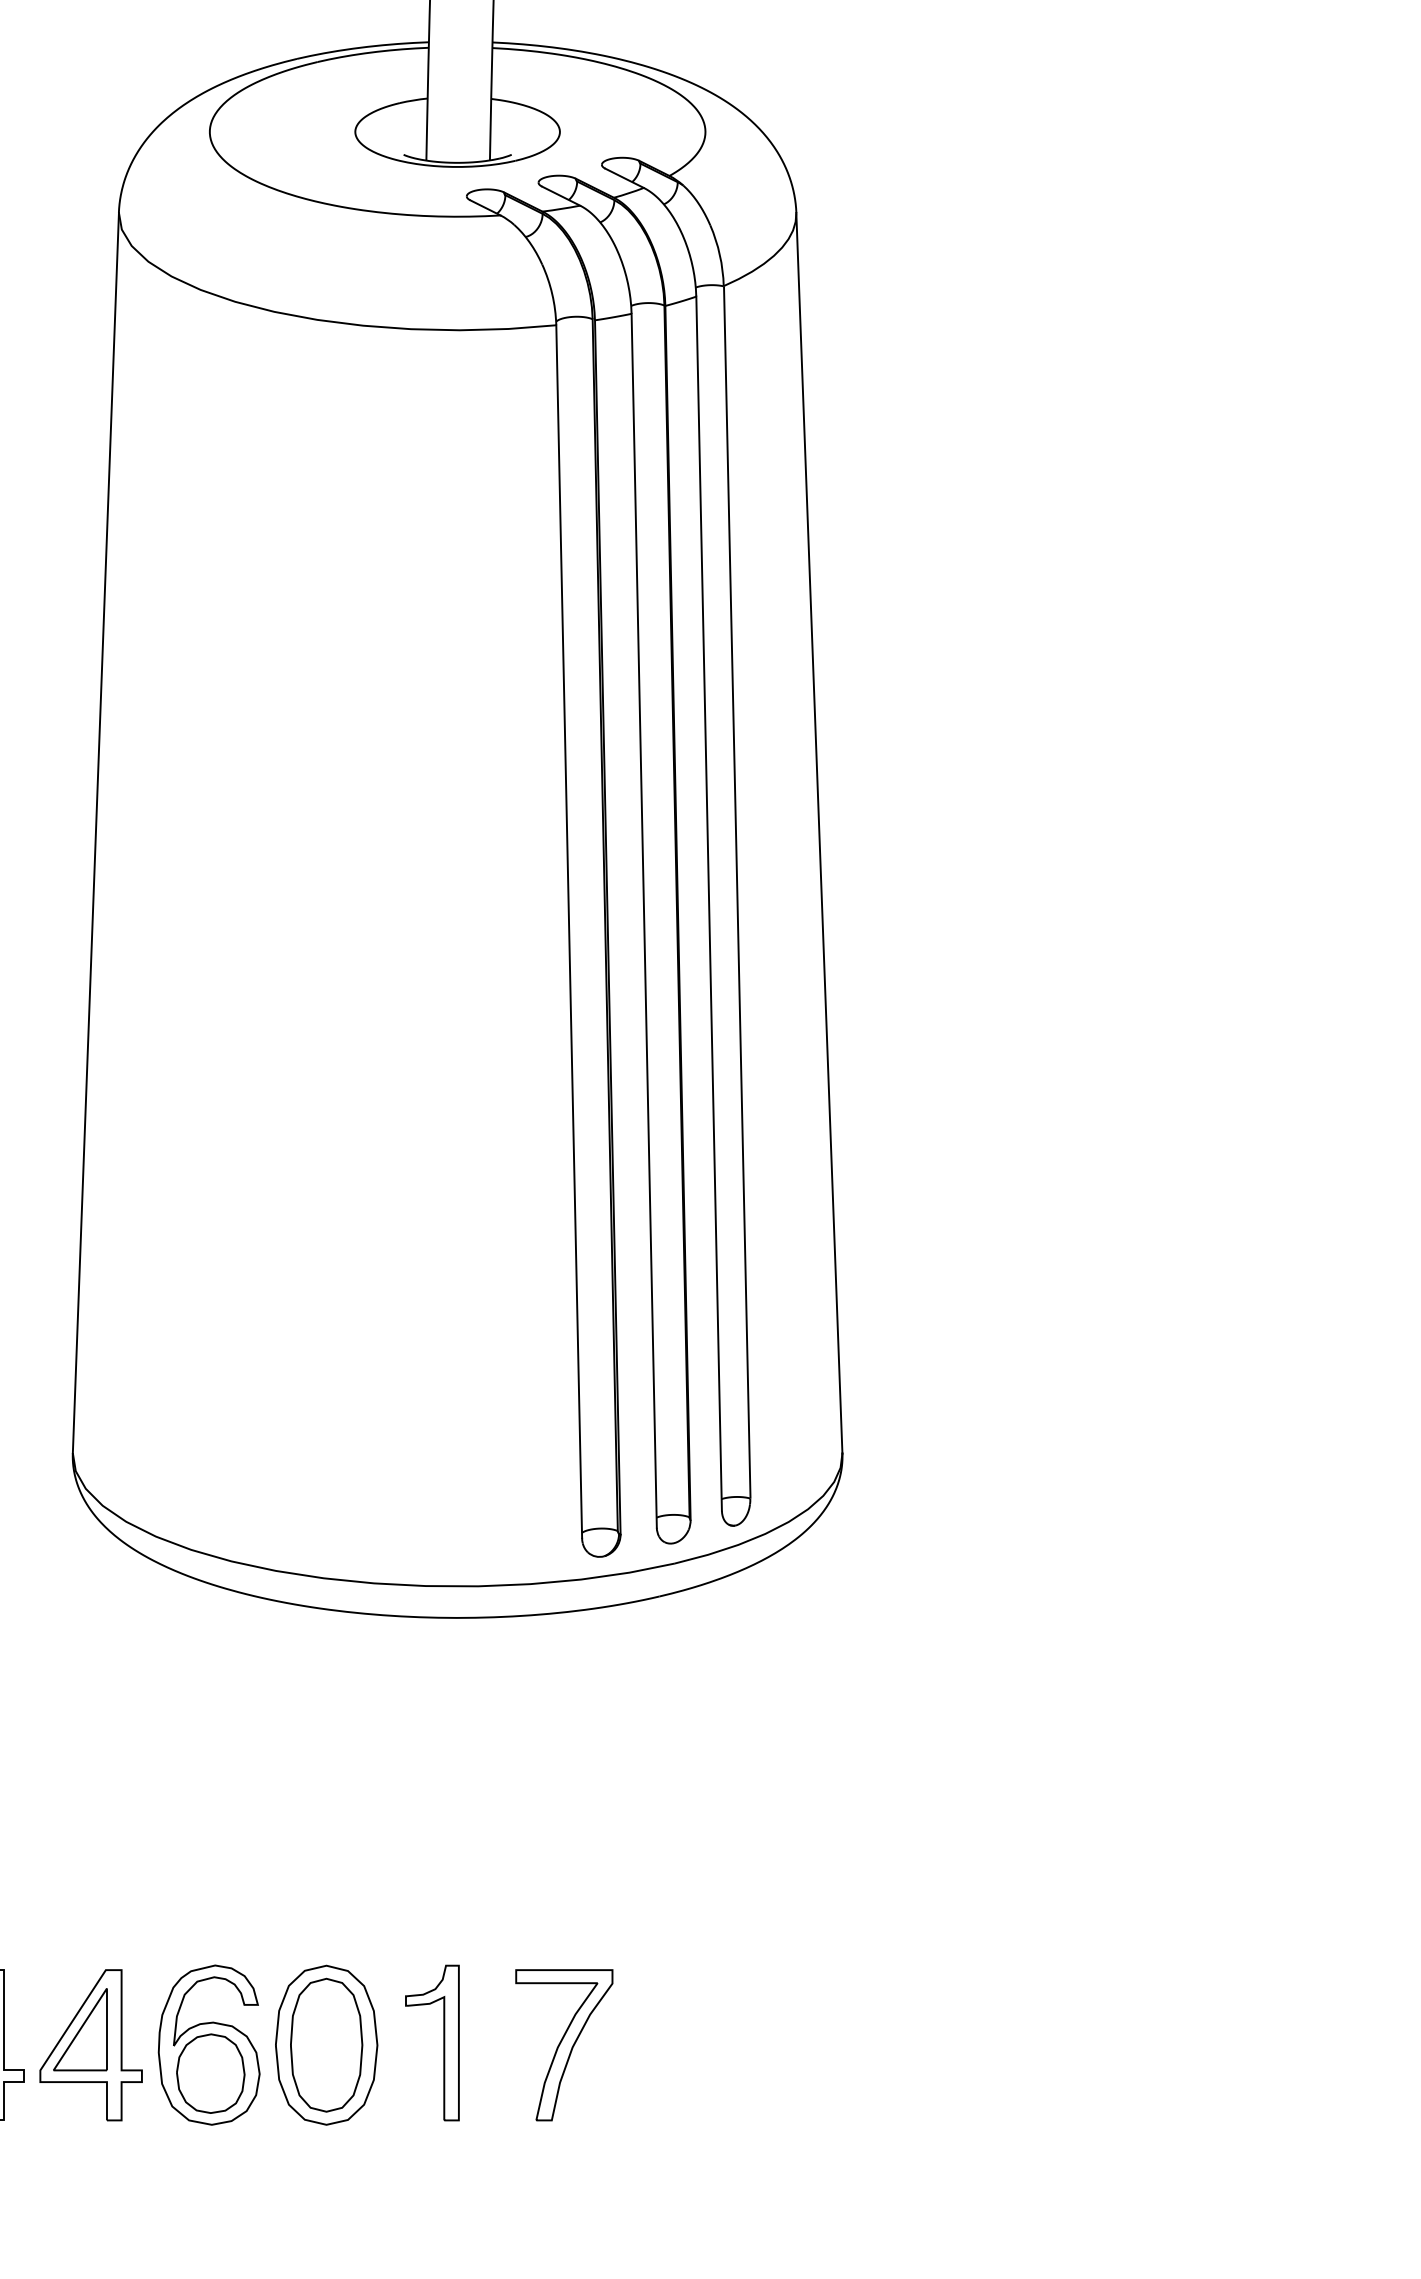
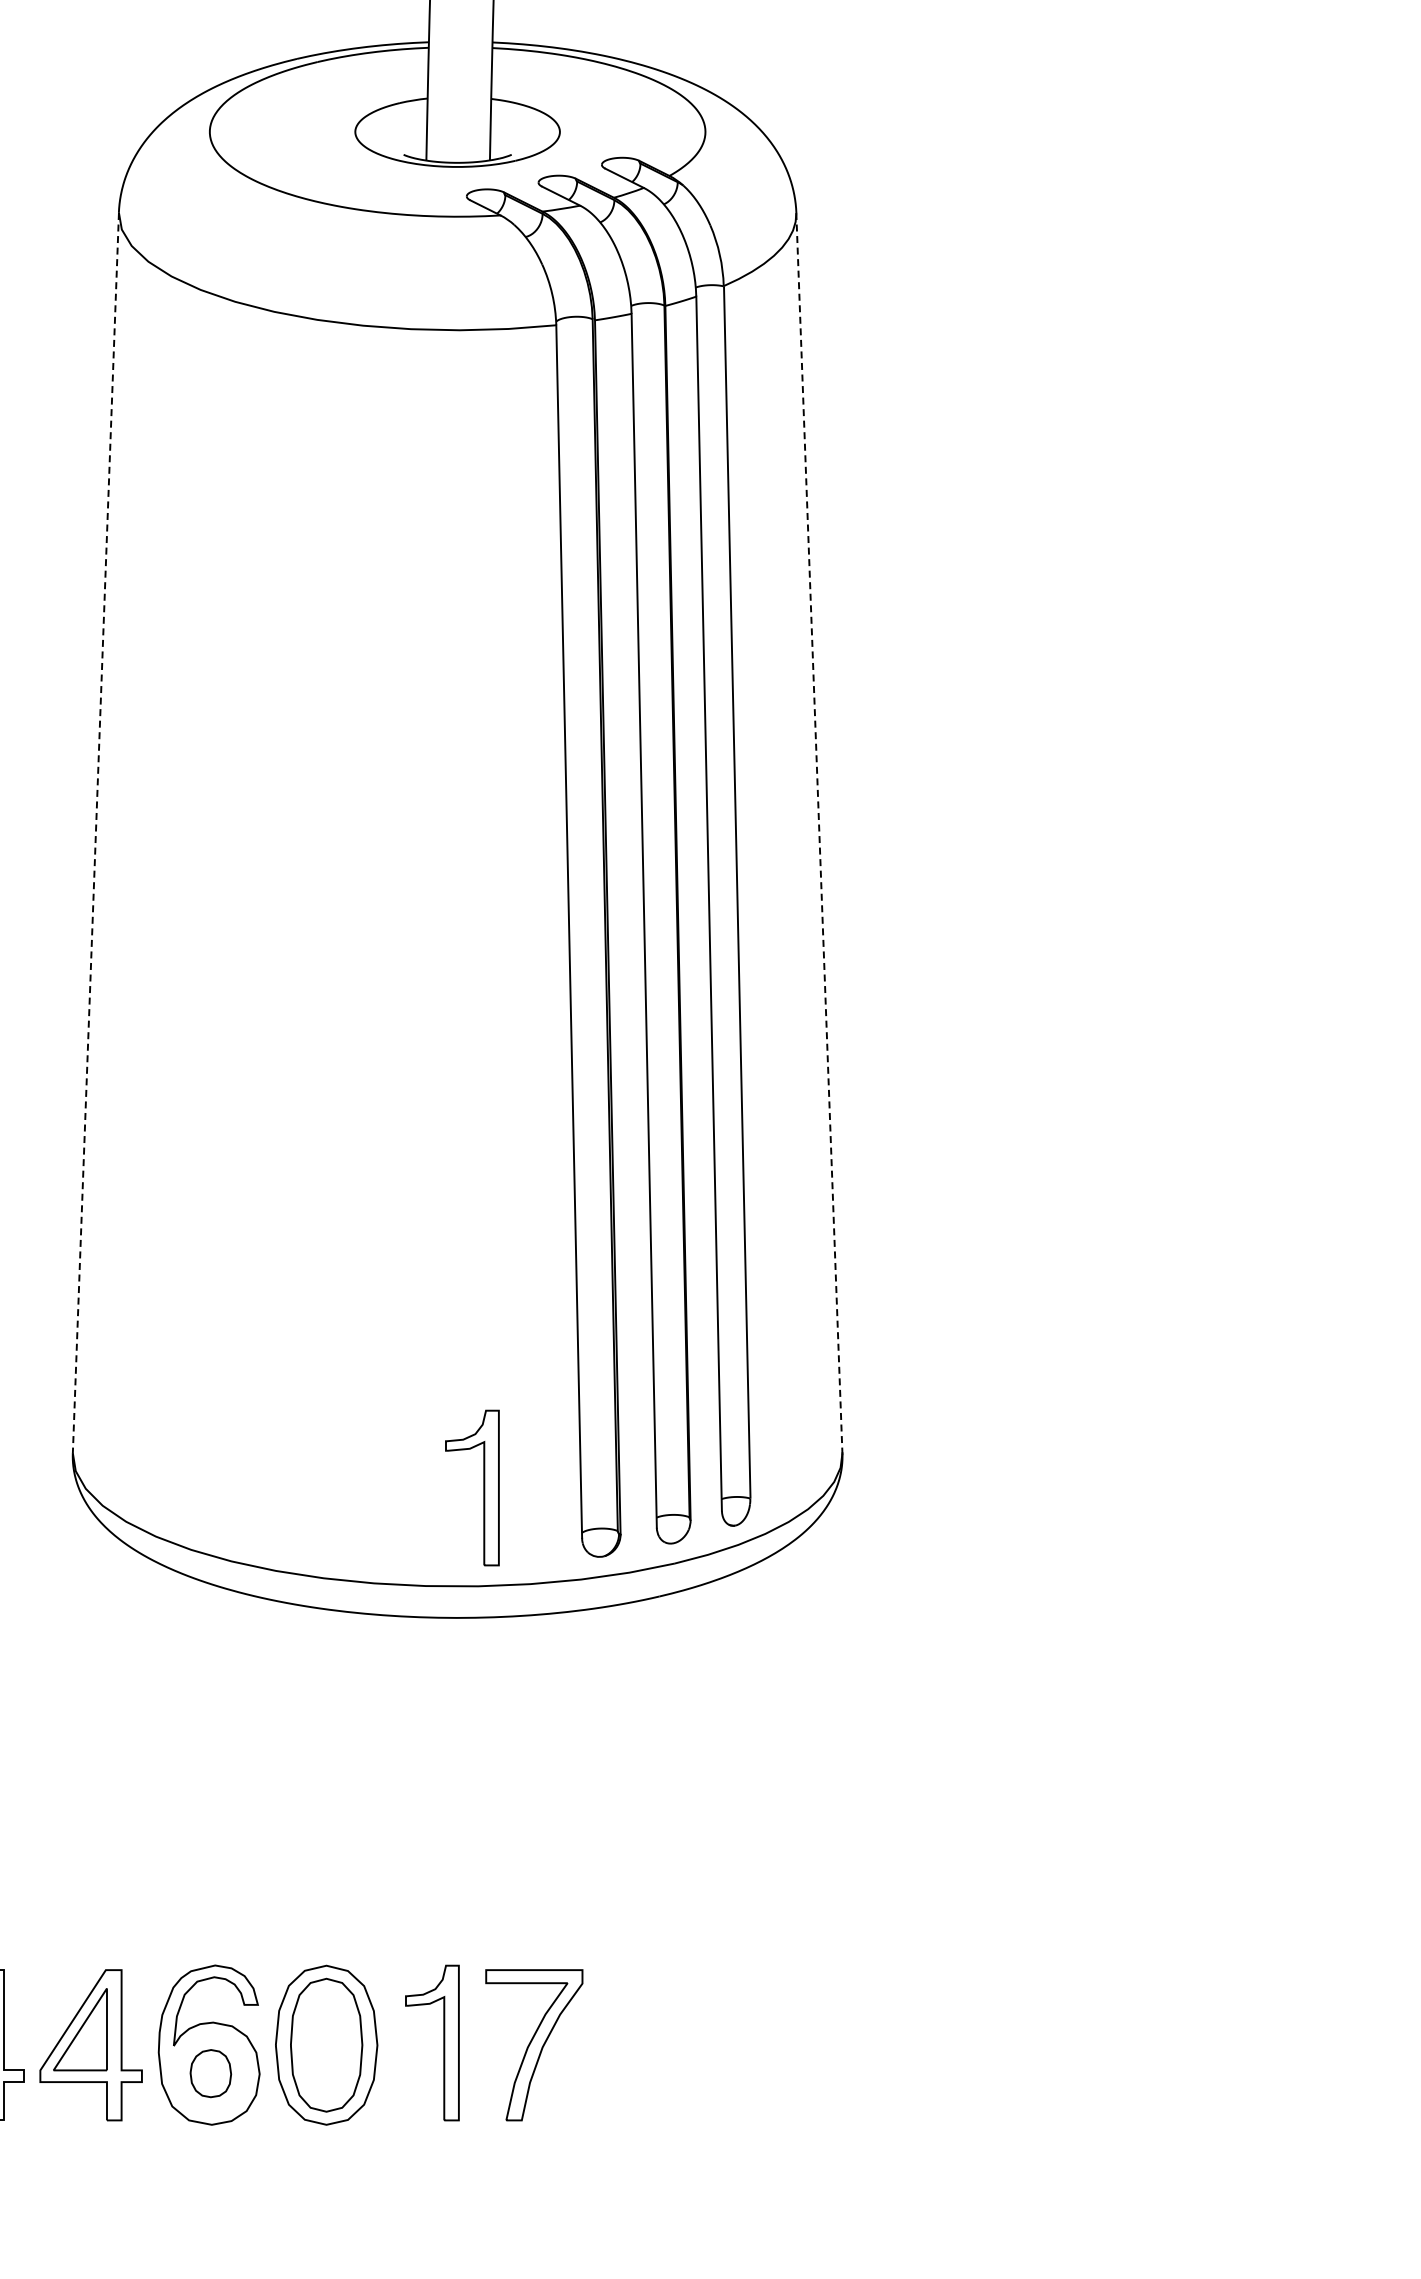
line at (95, 833): solid -> dashed
line at (819, 833): solid -> dashed
part at (483, 1487): none -> present
part at (564, 2045) position: (564, 2045) -> (534, 2045)
part at (210, 2073) size: 70x81 px -> 44x50 px
